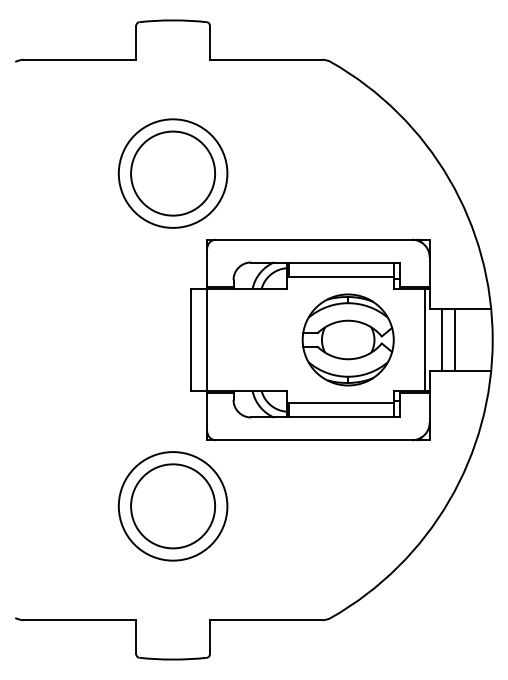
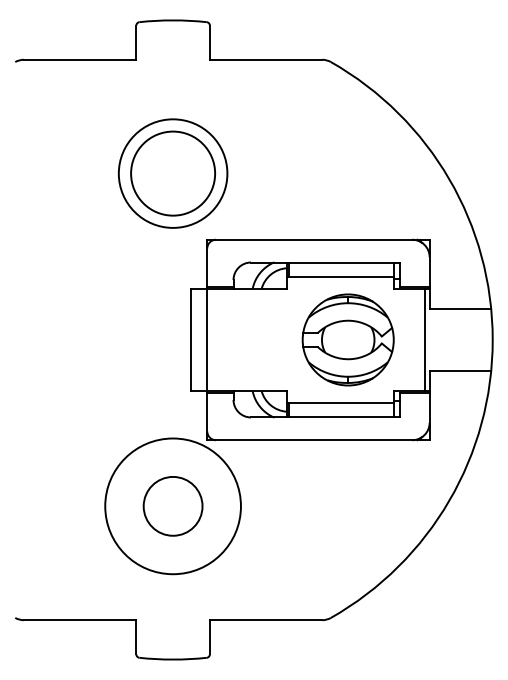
line at (441, 339): present -> none
line at (455, 339): present -> none
circle at (172, 506) diameter: 109 px -> 136 px
circle at (173, 506) diameter: 84 px -> 59 px
